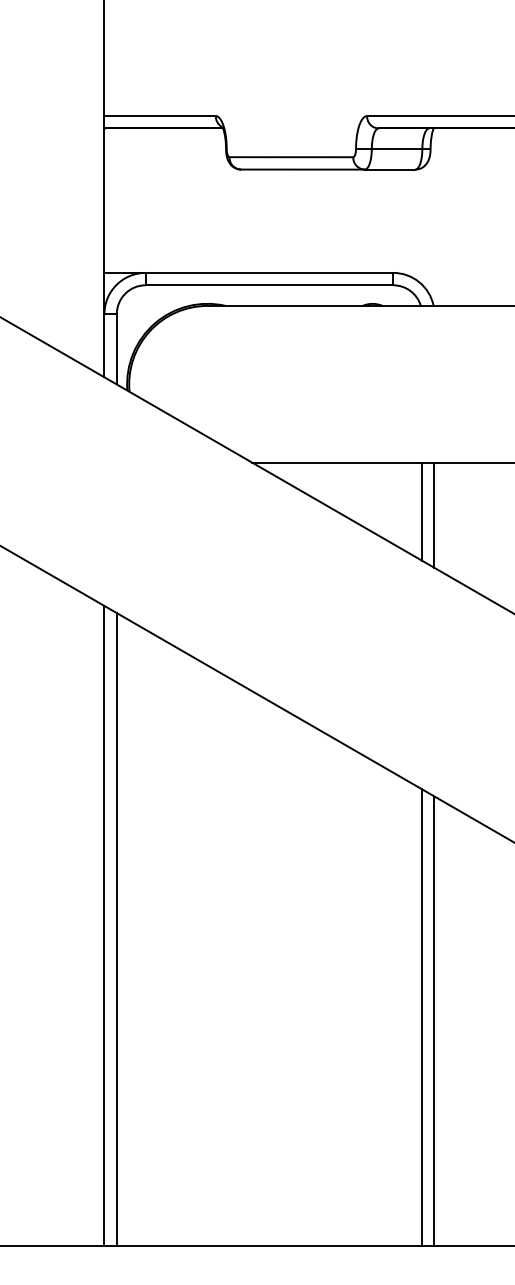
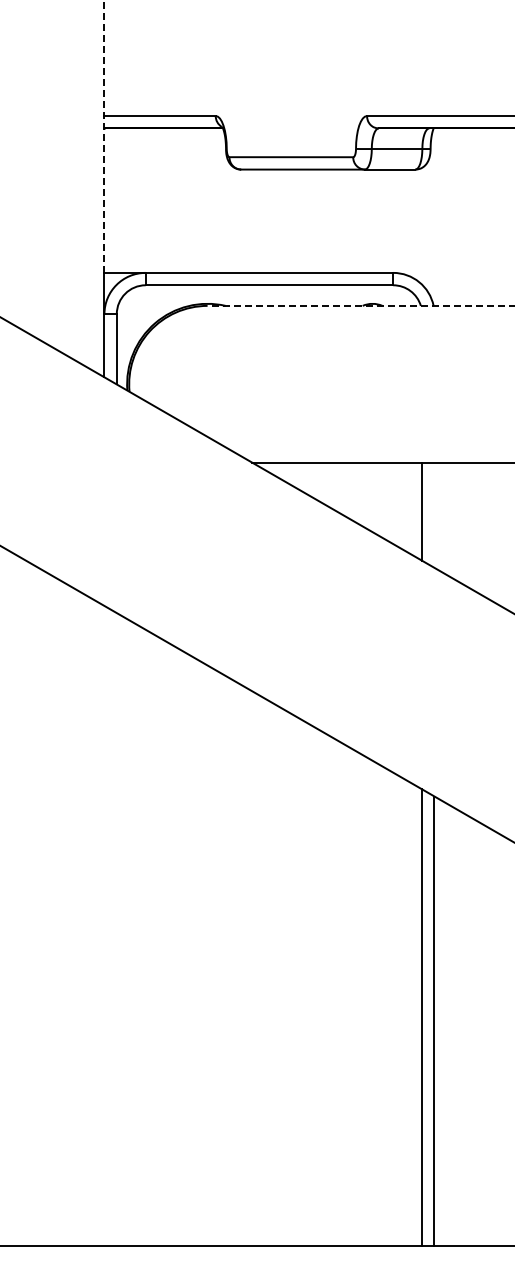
line at (104, 136): solid -> dashed
line at (360, 305): solid -> dashed
line at (434, 514): present -> none
line at (104, 925): present -> none
line at (116, 929): present -> none
